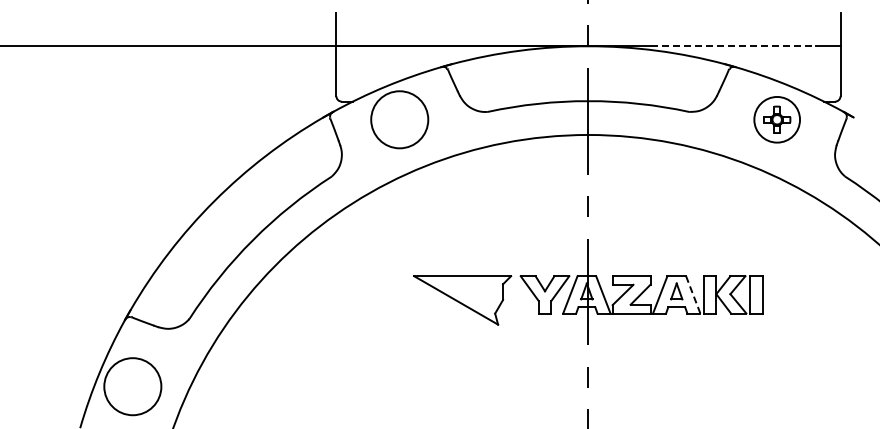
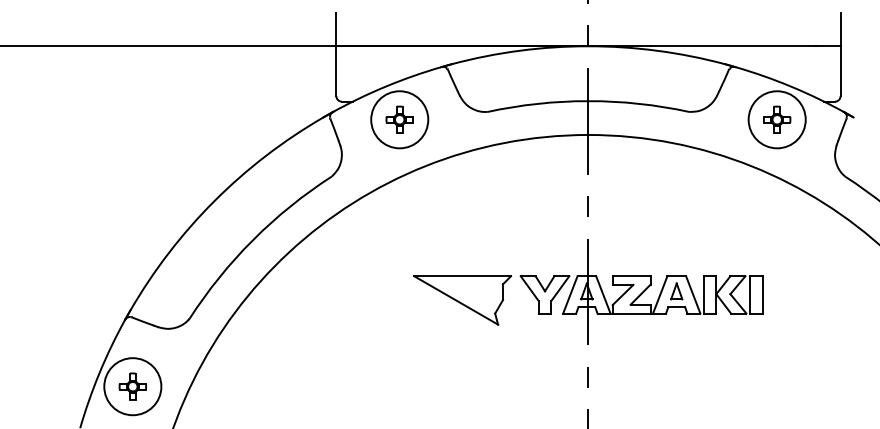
line at (733, 46): dashed -> solid
part at (399, 119): none -> present
circle at (777, 119) diameter: 46 px -> 57 px
line at (693, 294): dashed -> solid
part at (132, 386): none -> present
